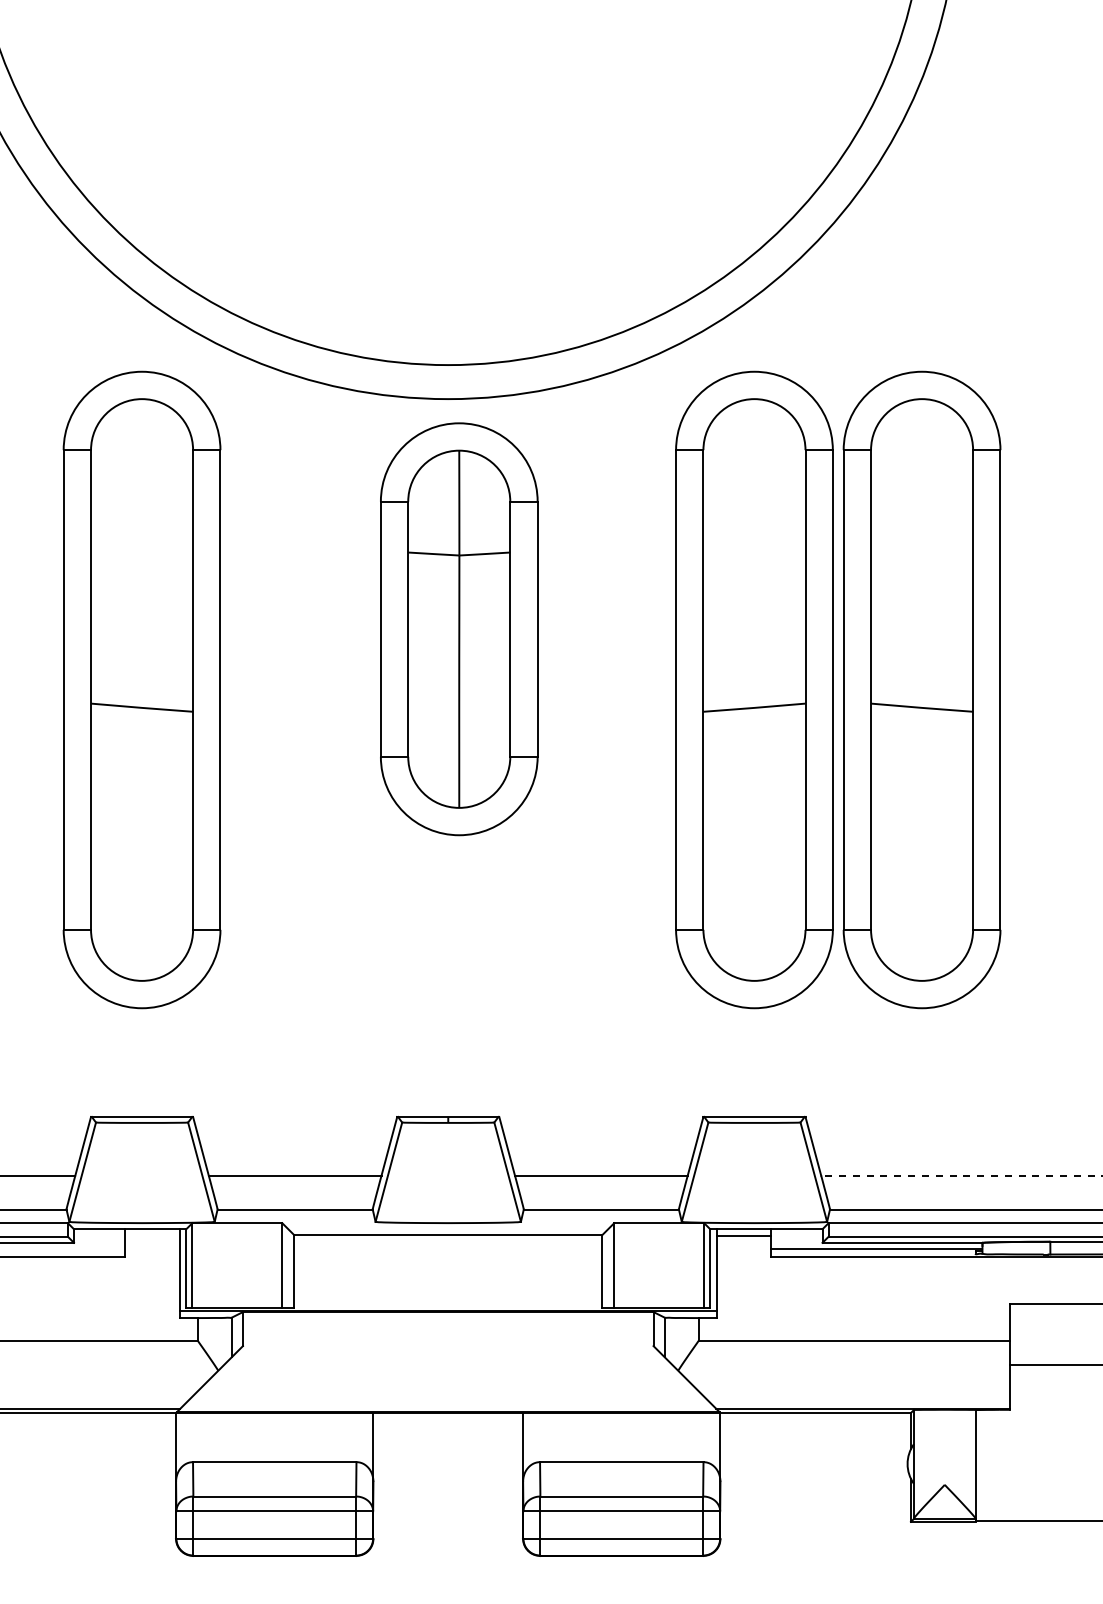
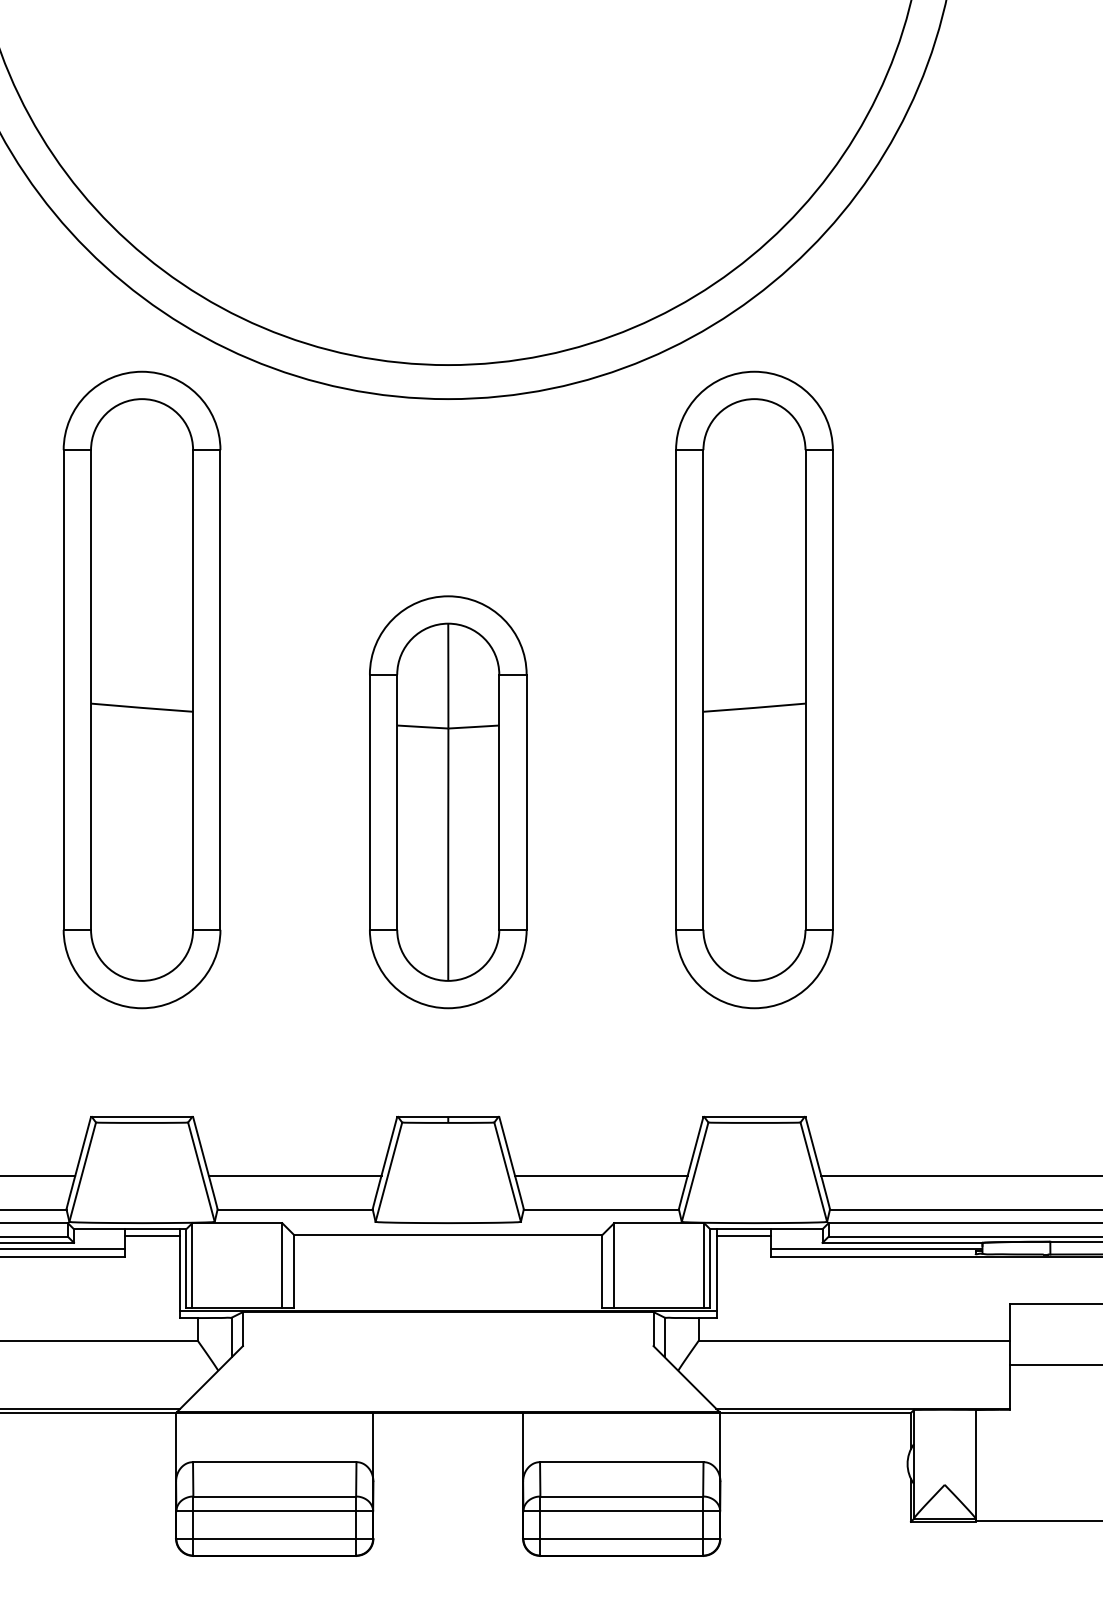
part at (459, 629) position: (459, 629) -> (448, 802)
part at (921, 689): present -> none
line at (962, 1175): dashed -> solid
line at (152, 1236): none -> present
line at (63, 1249): none -> present
